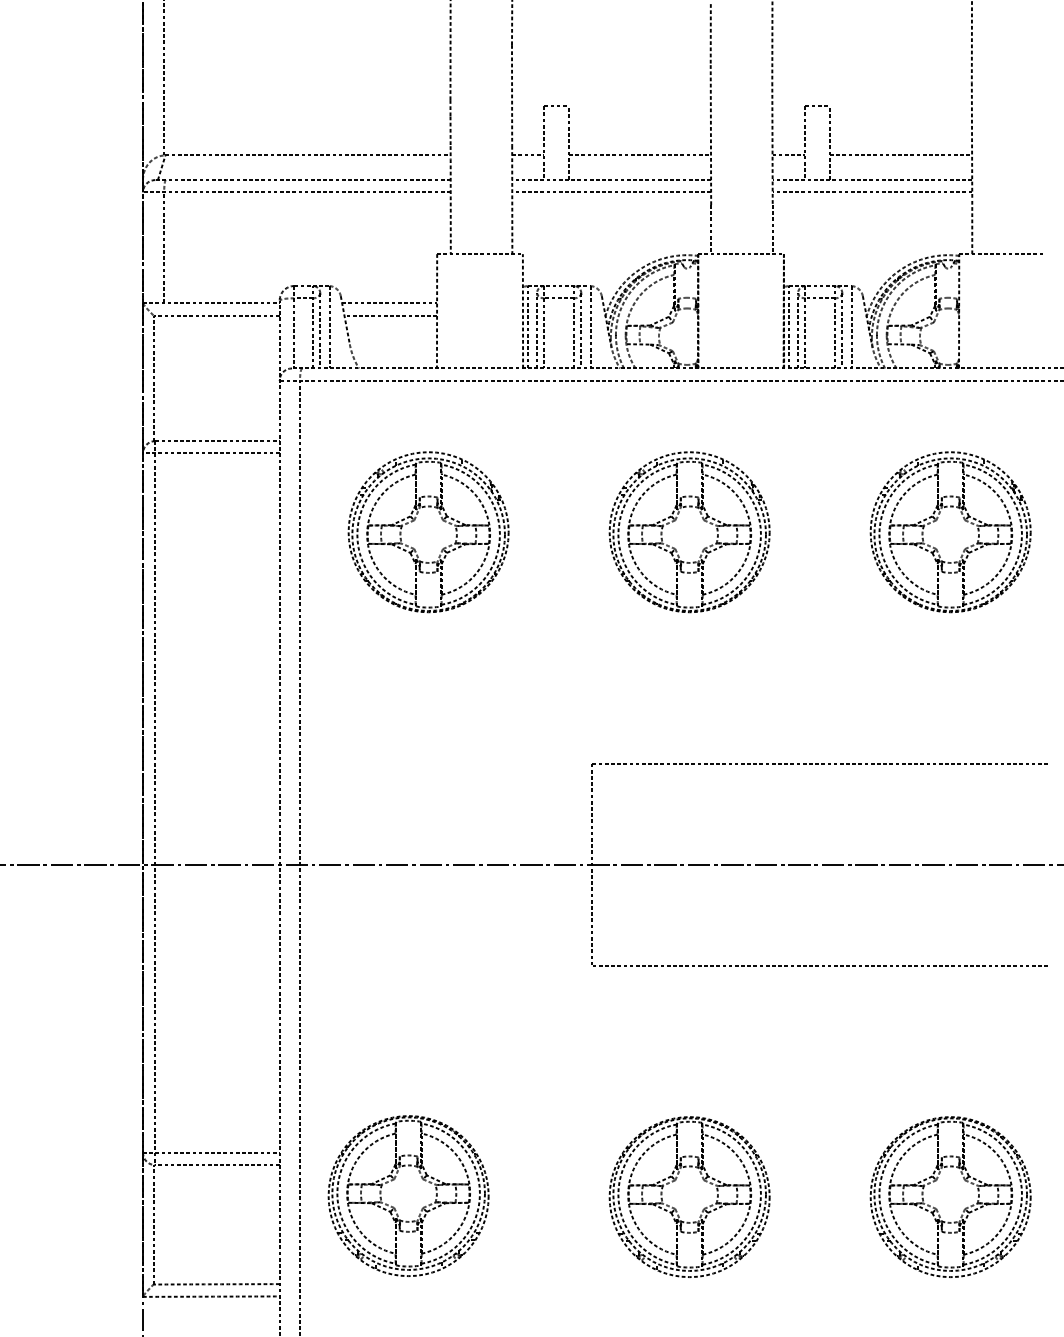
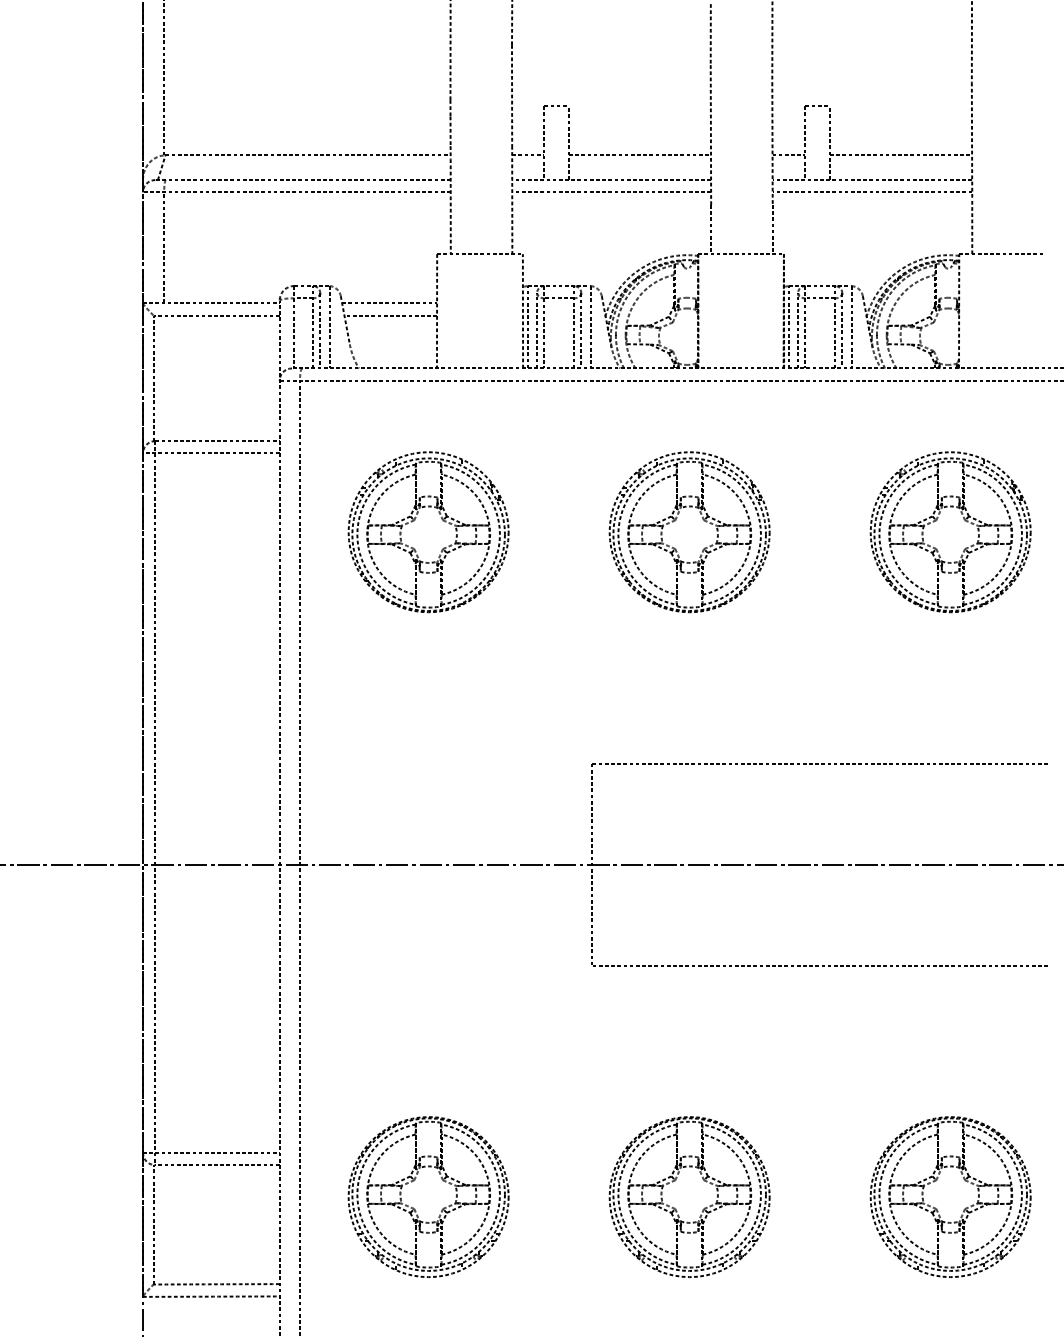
part at (395, 1208) position: (395, 1208) -> (415, 1209)
